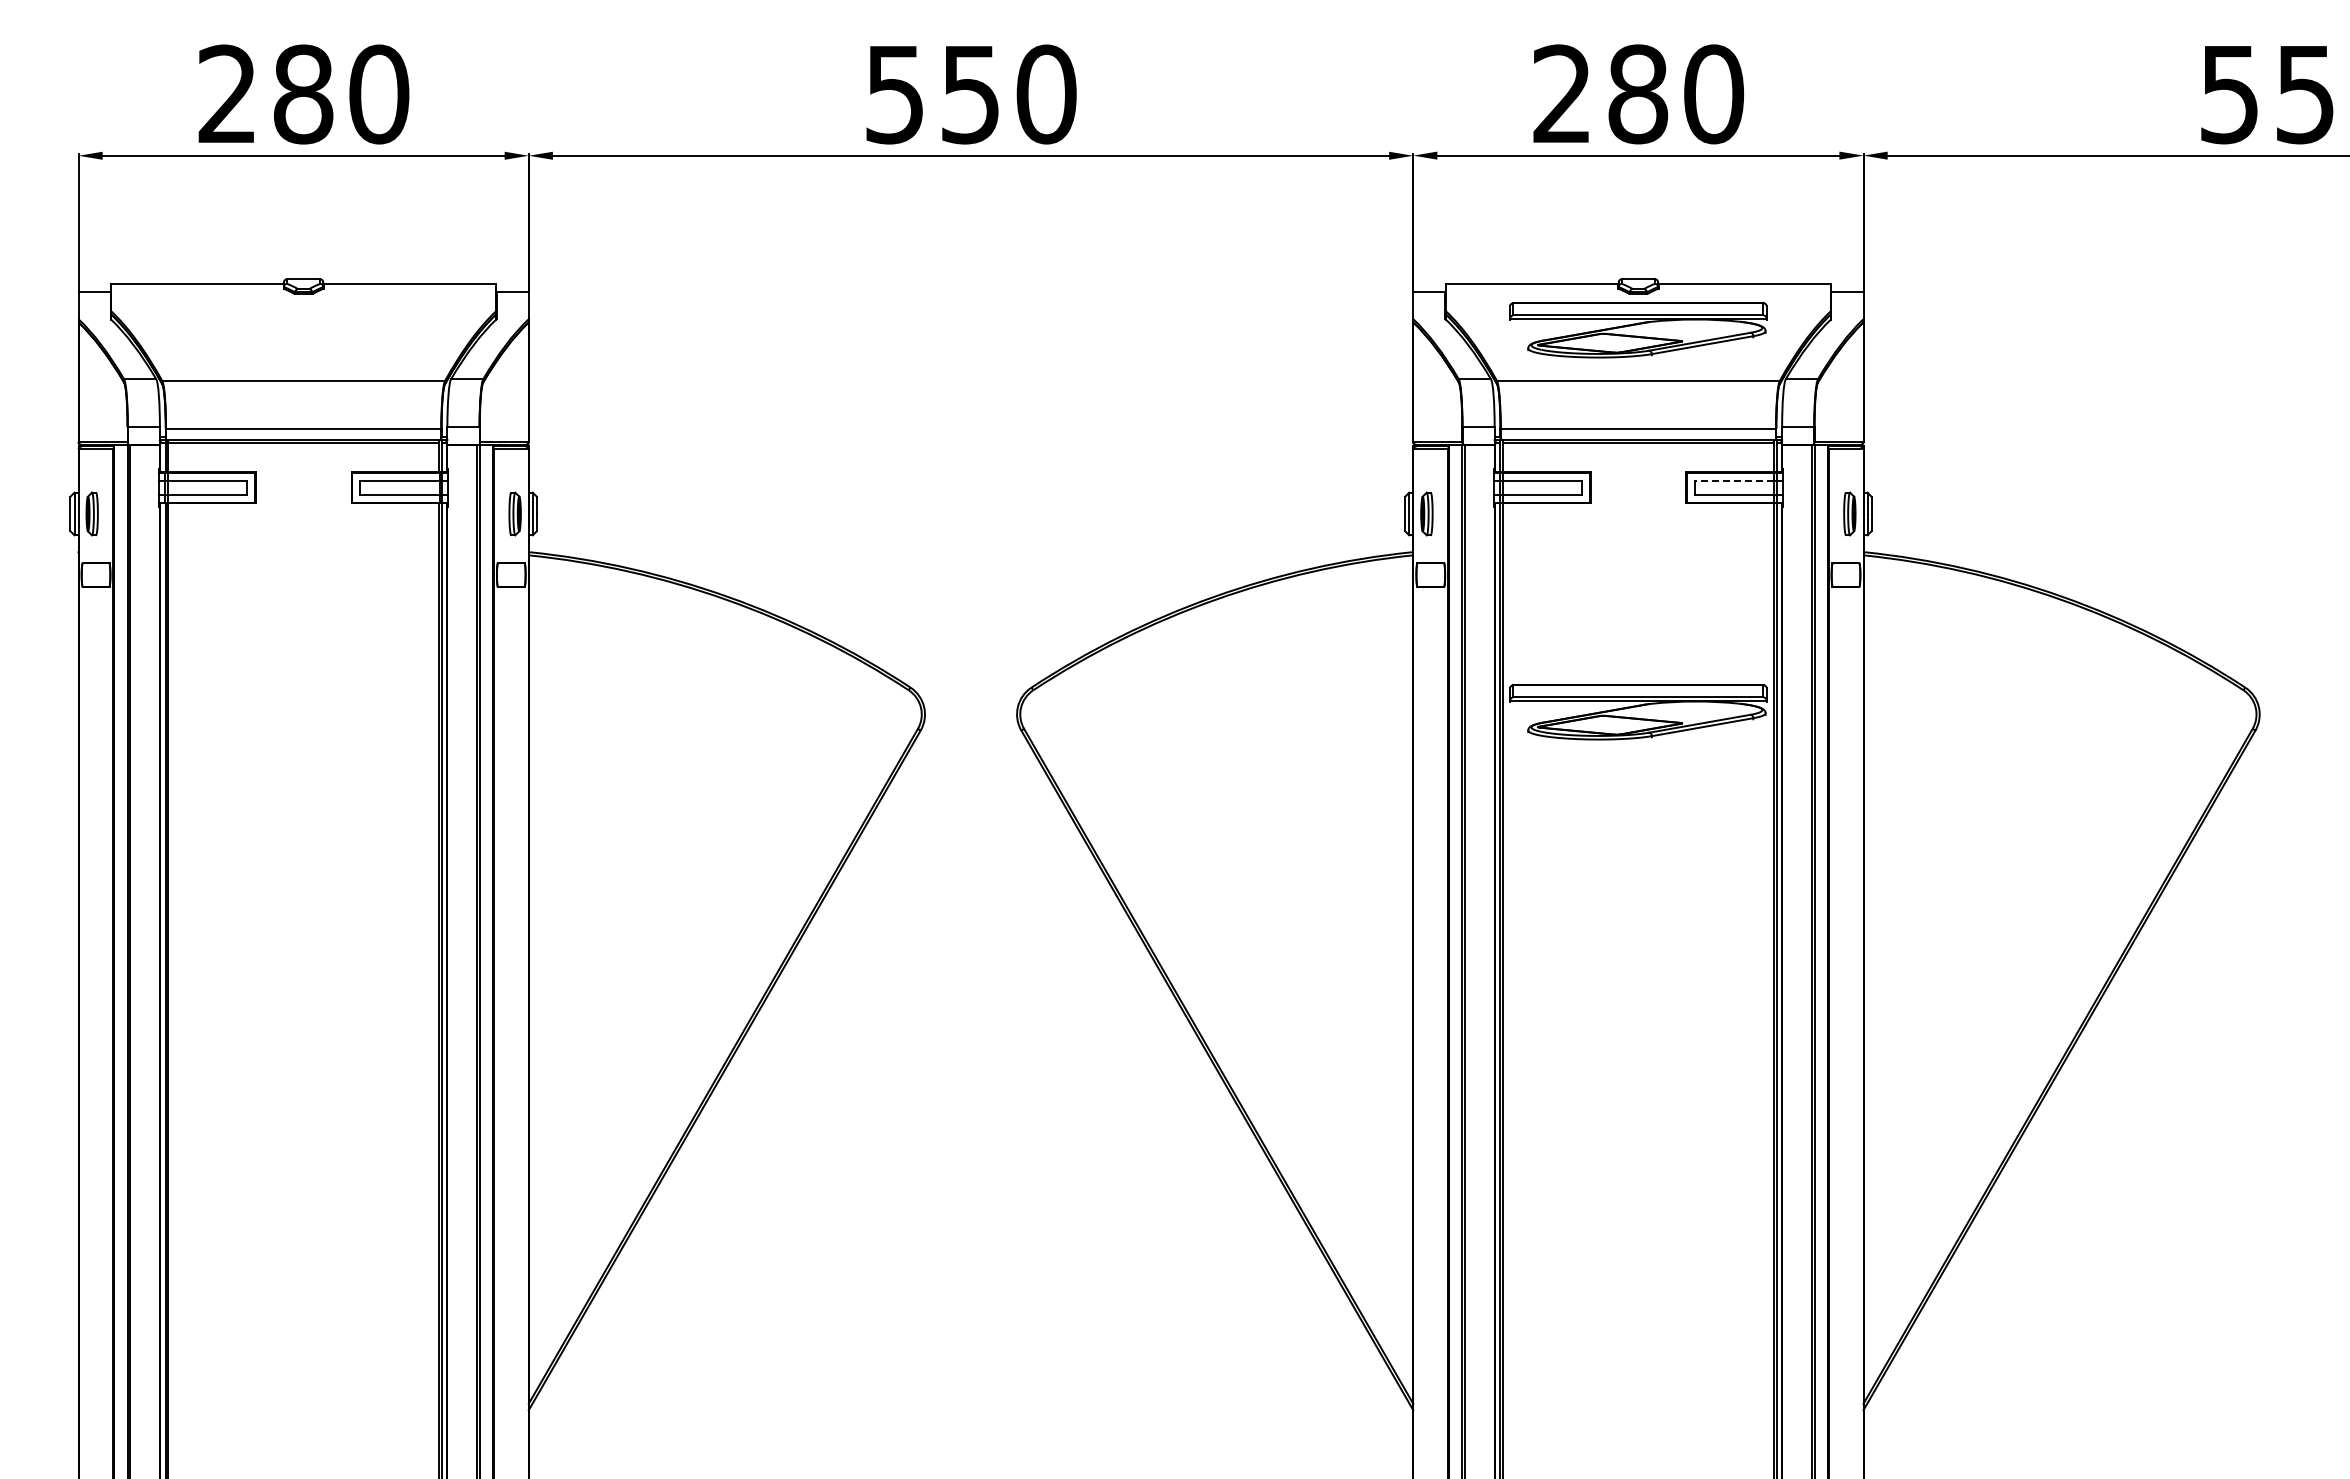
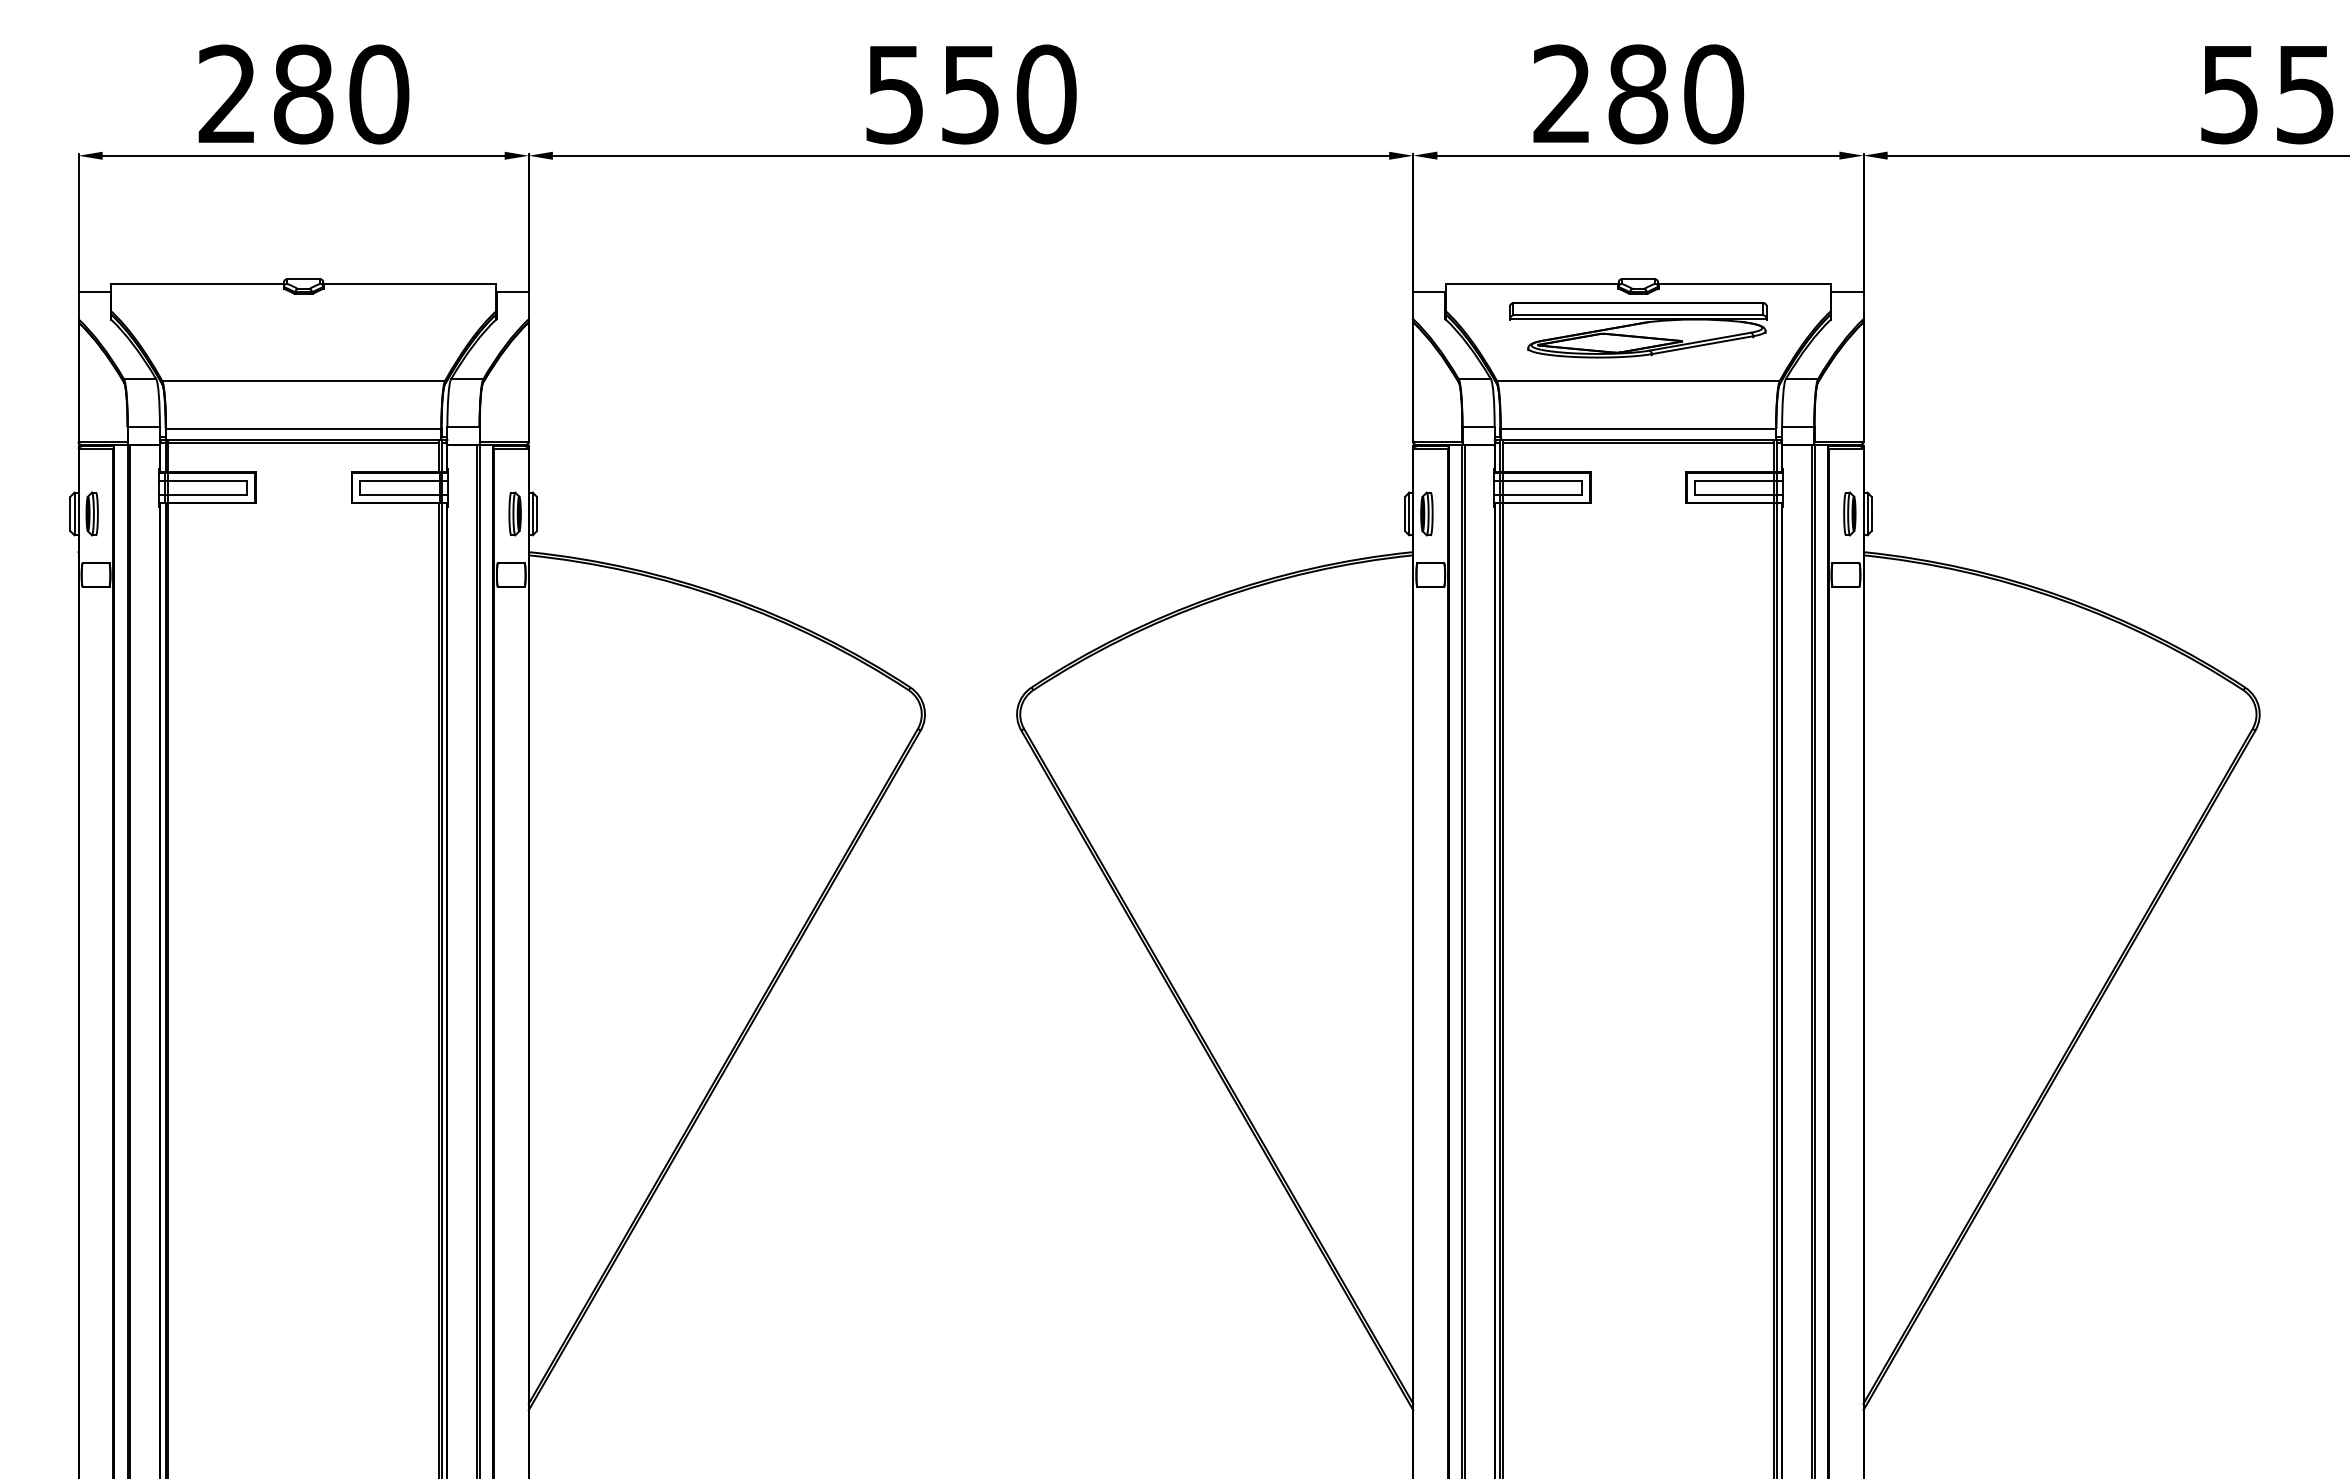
line at (1734, 480): dashed -> solid
part at (1638, 712): present -> none
